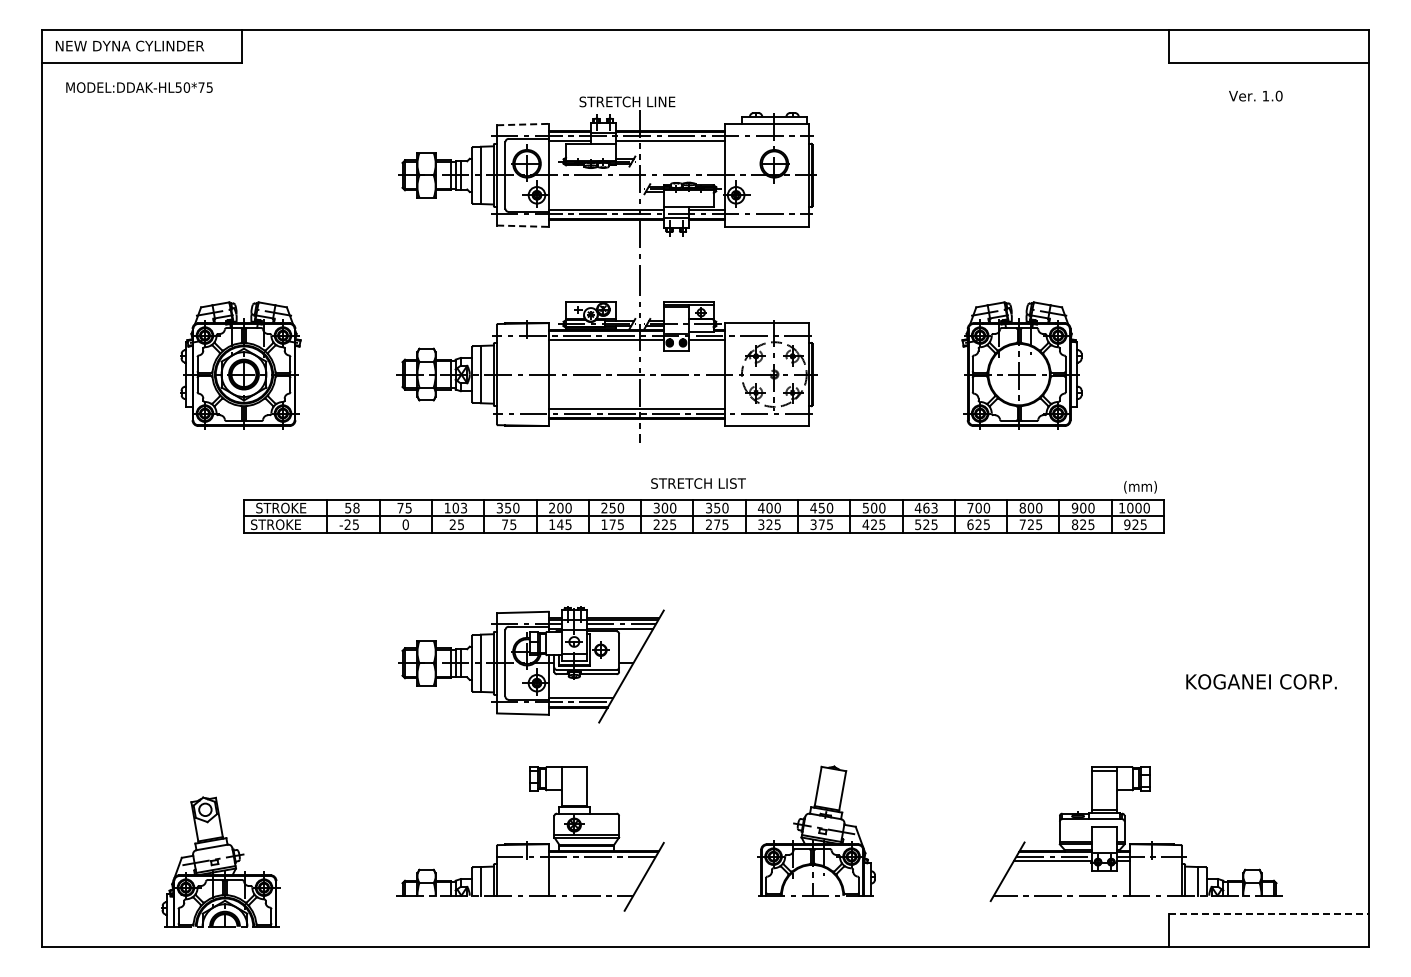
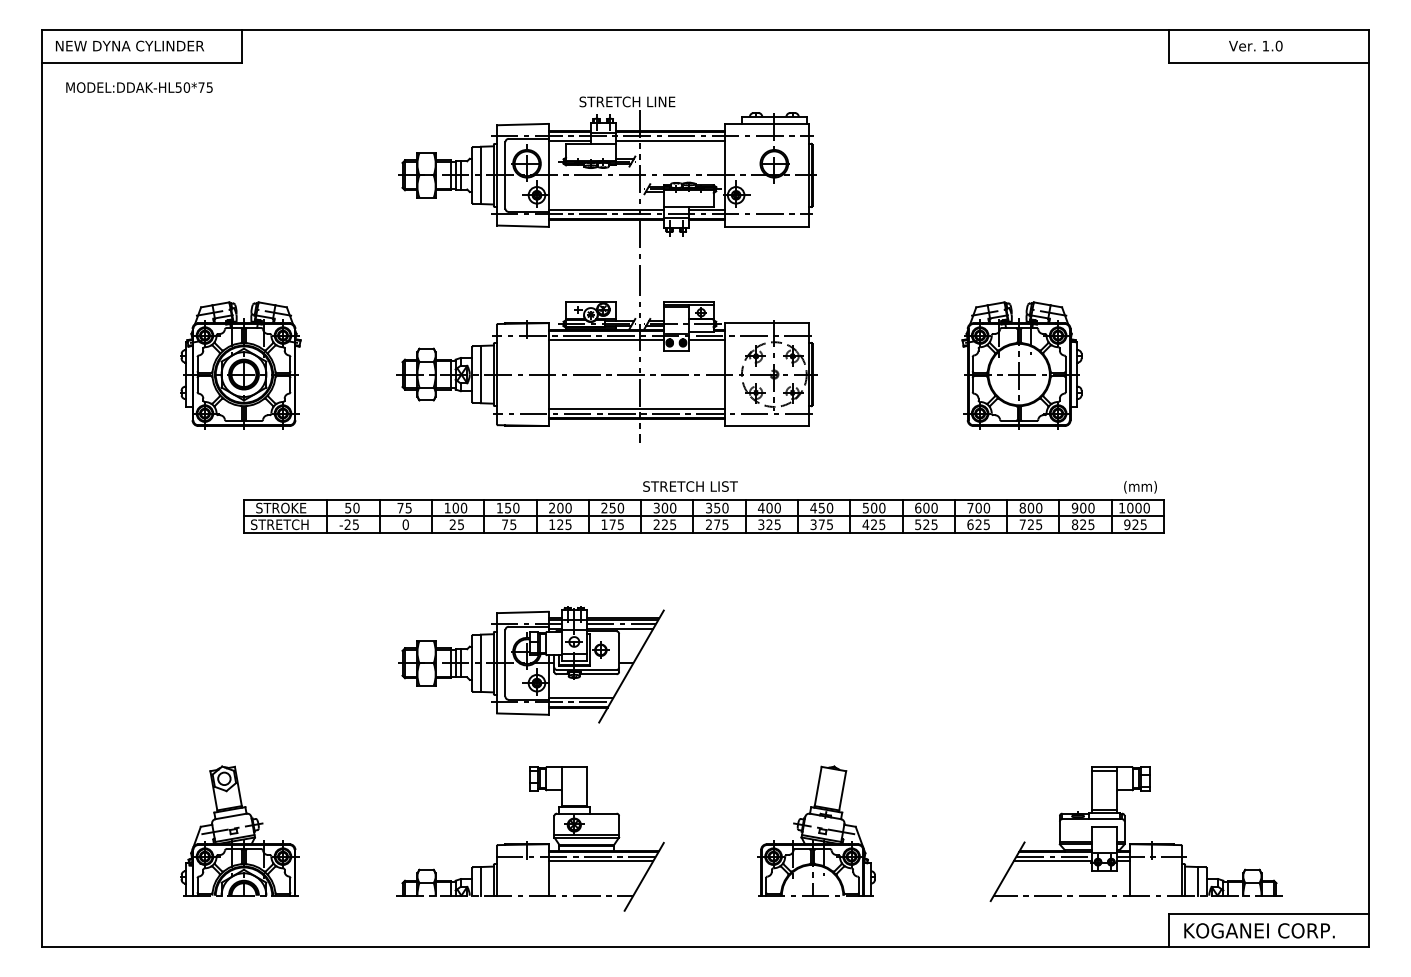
text at (1255, 95) position: (1255, 95) -> (1255, 45)
line at (522, 124): dashed -> solid
line at (522, 226): dashed -> solid
text at (698, 483) position: (698, 483) -> (690, 486)
text at (463, 507): 103 -> 100
text at (499, 507): 350 -> 150
text at (925, 507): 463 -> 600
text at (356, 508): 58 -> 50
text at (291, 524): STROKE -> STRETCH
text at (560, 524): 145 -> 125
text at (1261, 681) position: (1261, 681) -> (1259, 930)
part at (220, 861) position: (220, 861) -> (239, 830)
line at (600, 861): none -> present
line at (1269, 914): dashed -> solid
